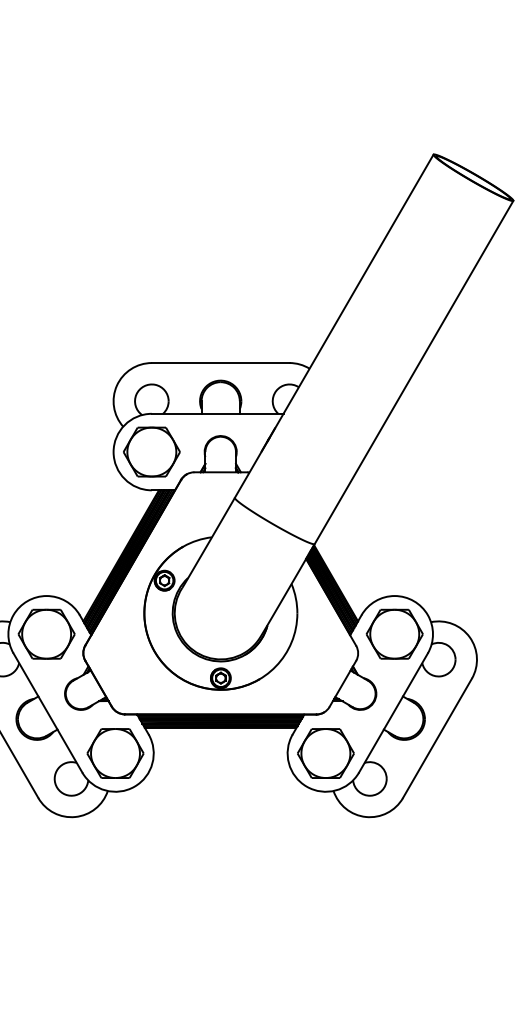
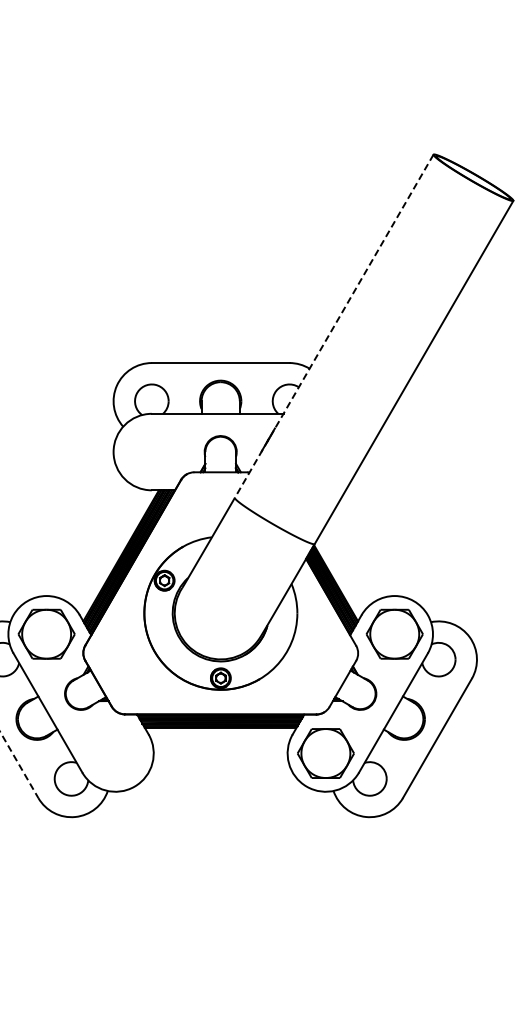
line at (333, 326): solid -> dashed
part at (151, 451): present -> none
part at (115, 753): present -> none
line at (19, 765): solid -> dashed
